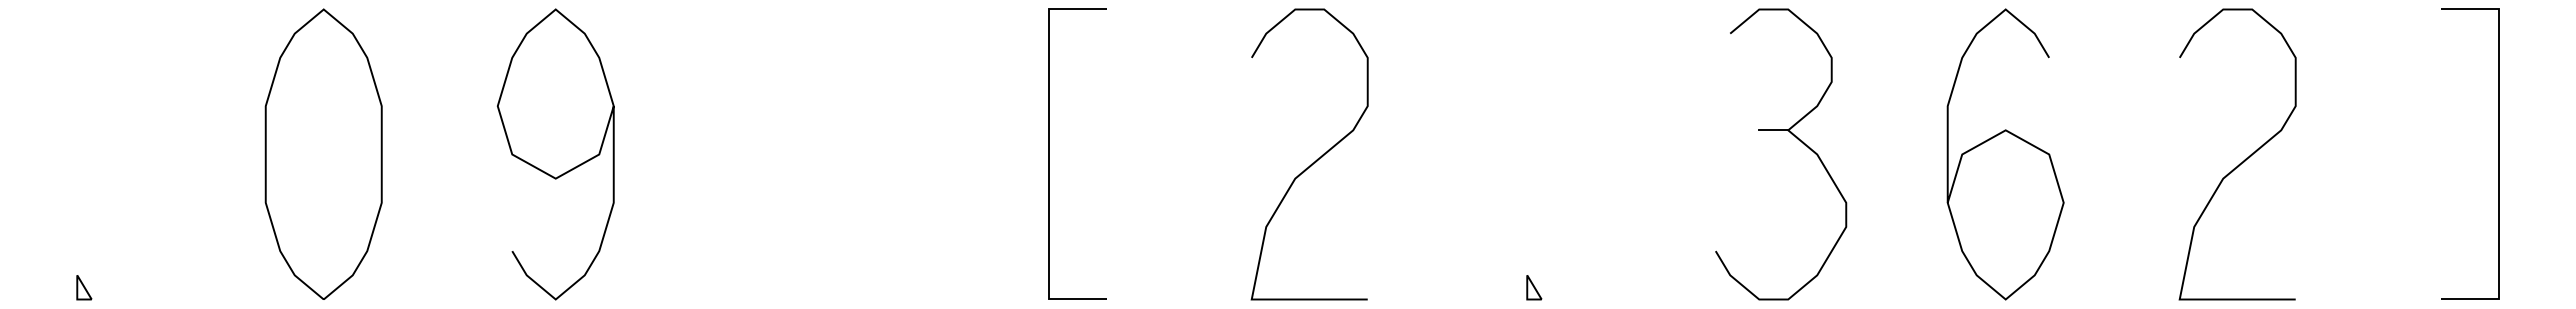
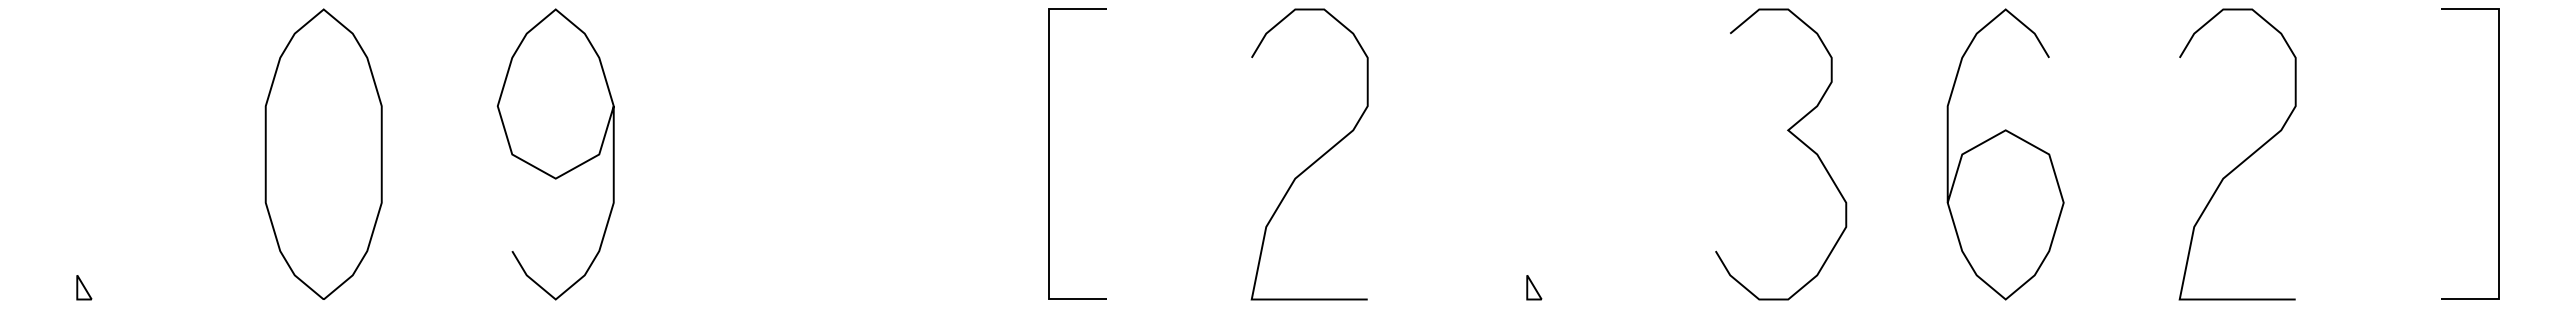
line at (1773, 130): present -> none
